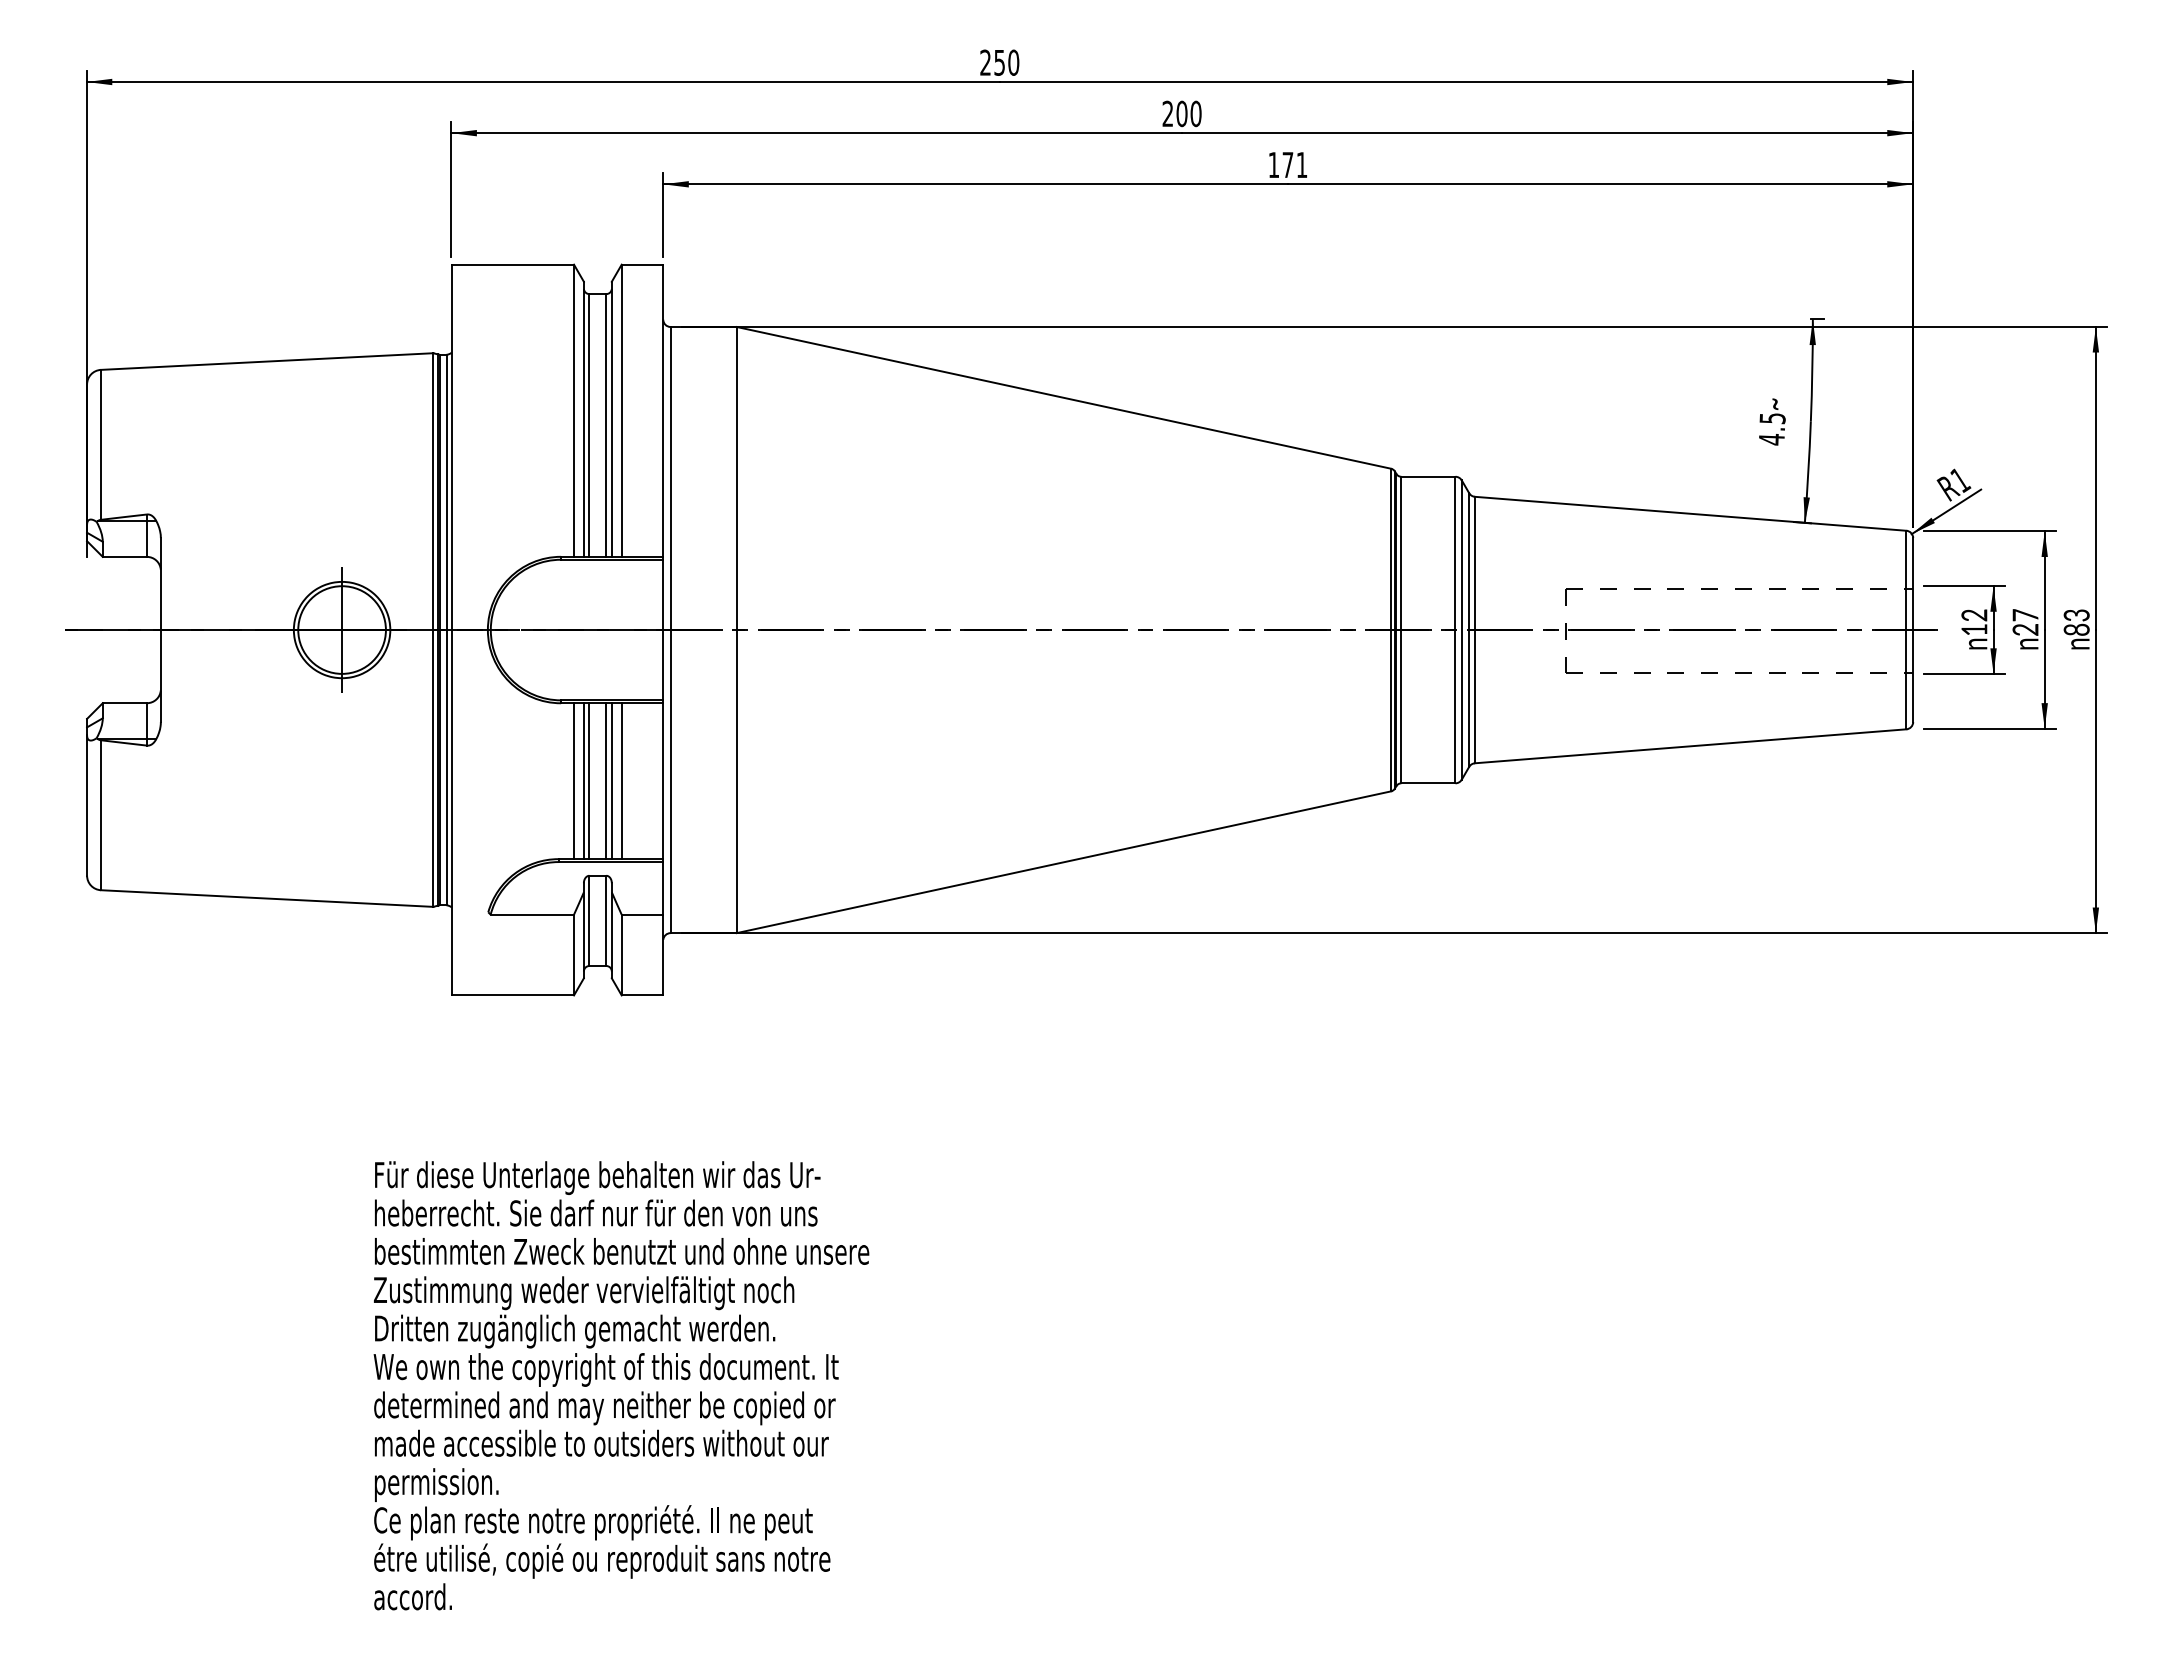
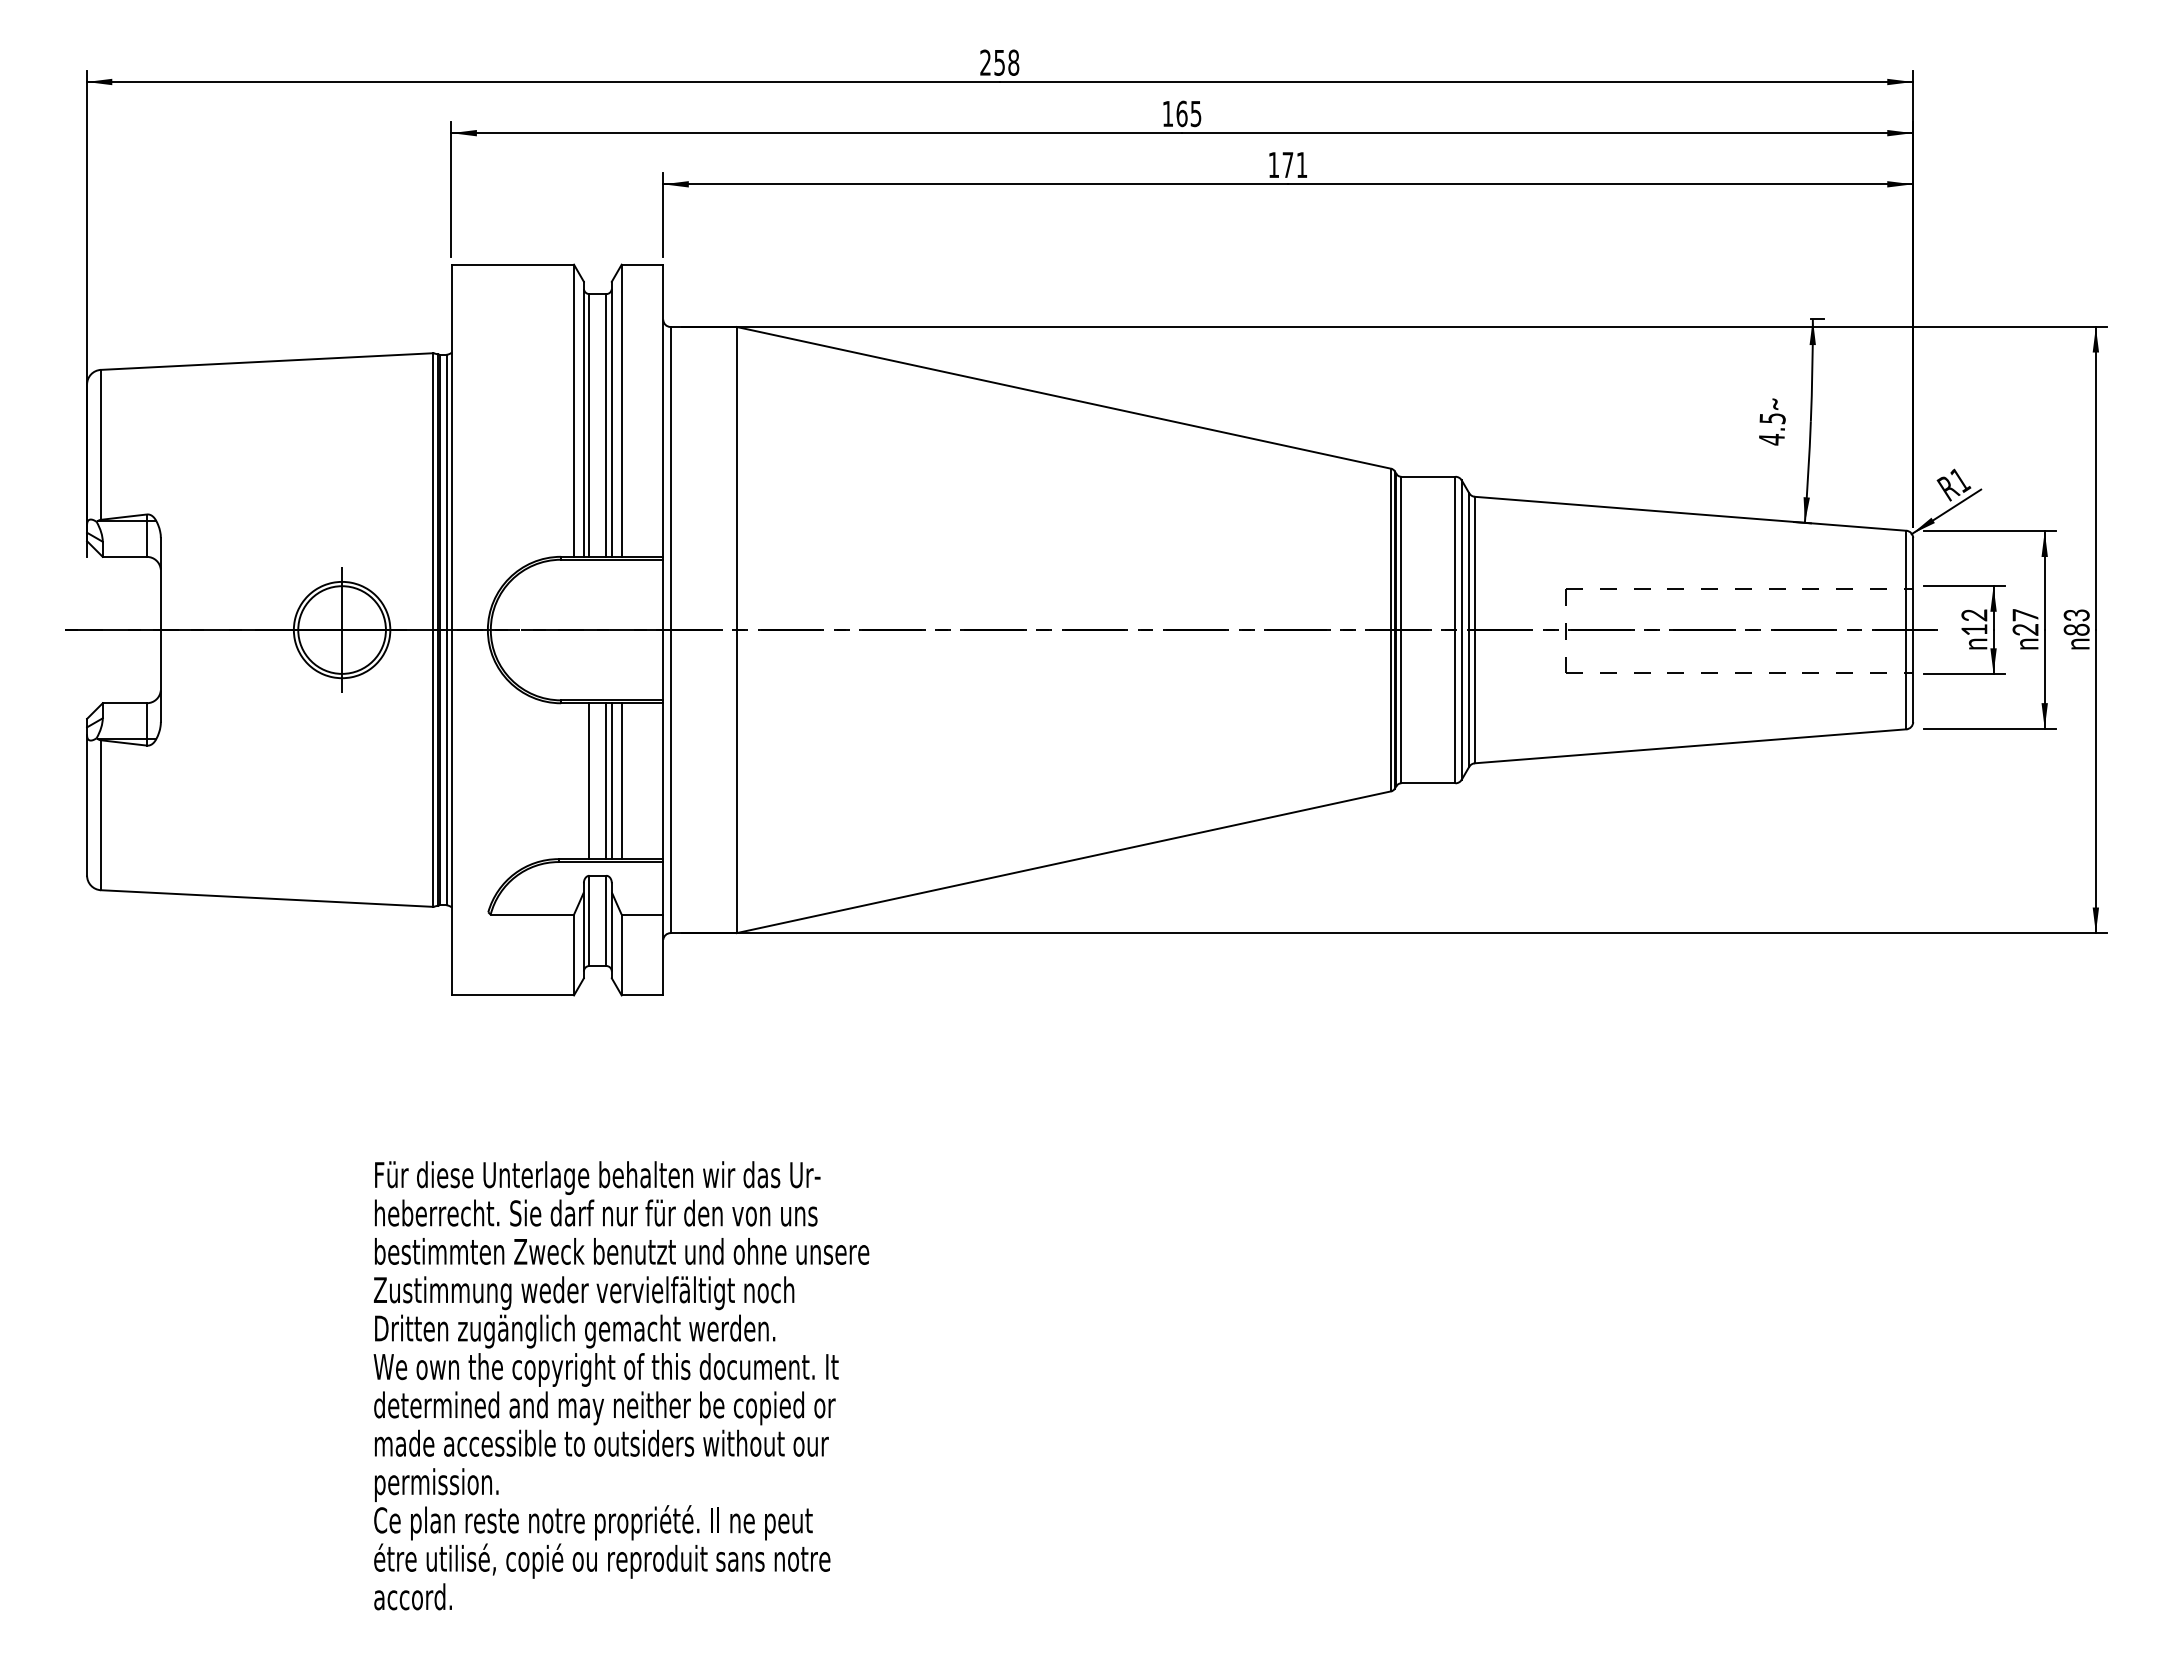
text at (1013, 62): 250 -> 258
text at (1181, 113): 200 -> 165
line at (574, 781): present -> none
line at (583, 781): present -> none
